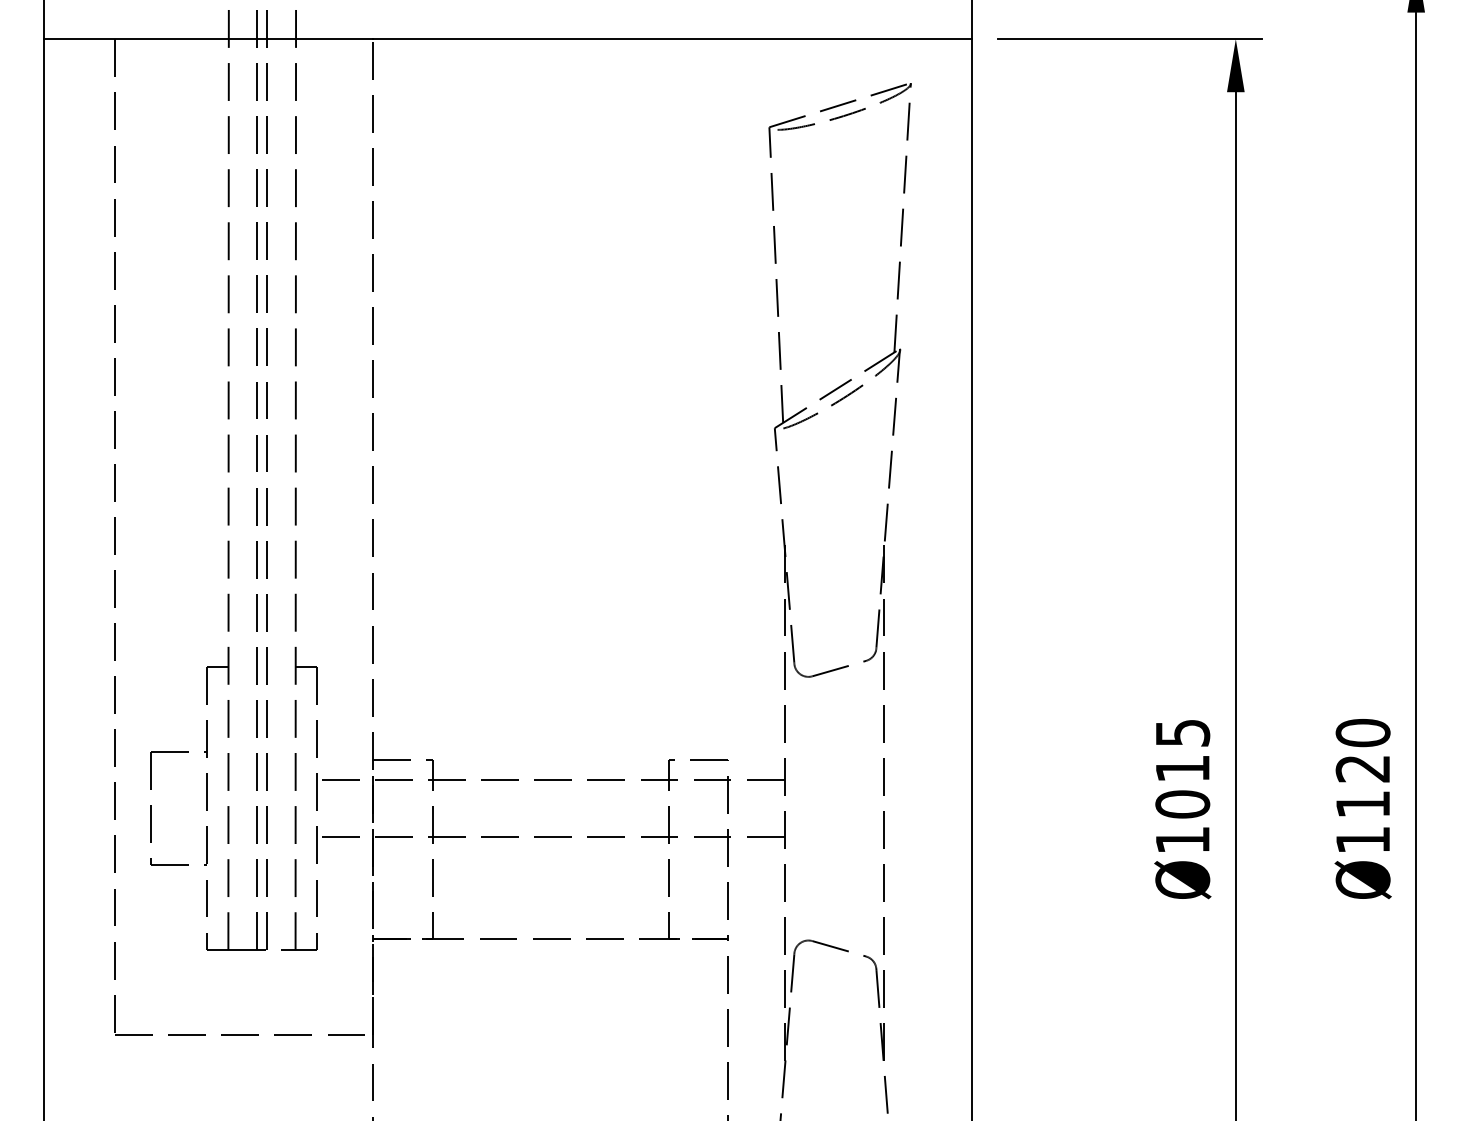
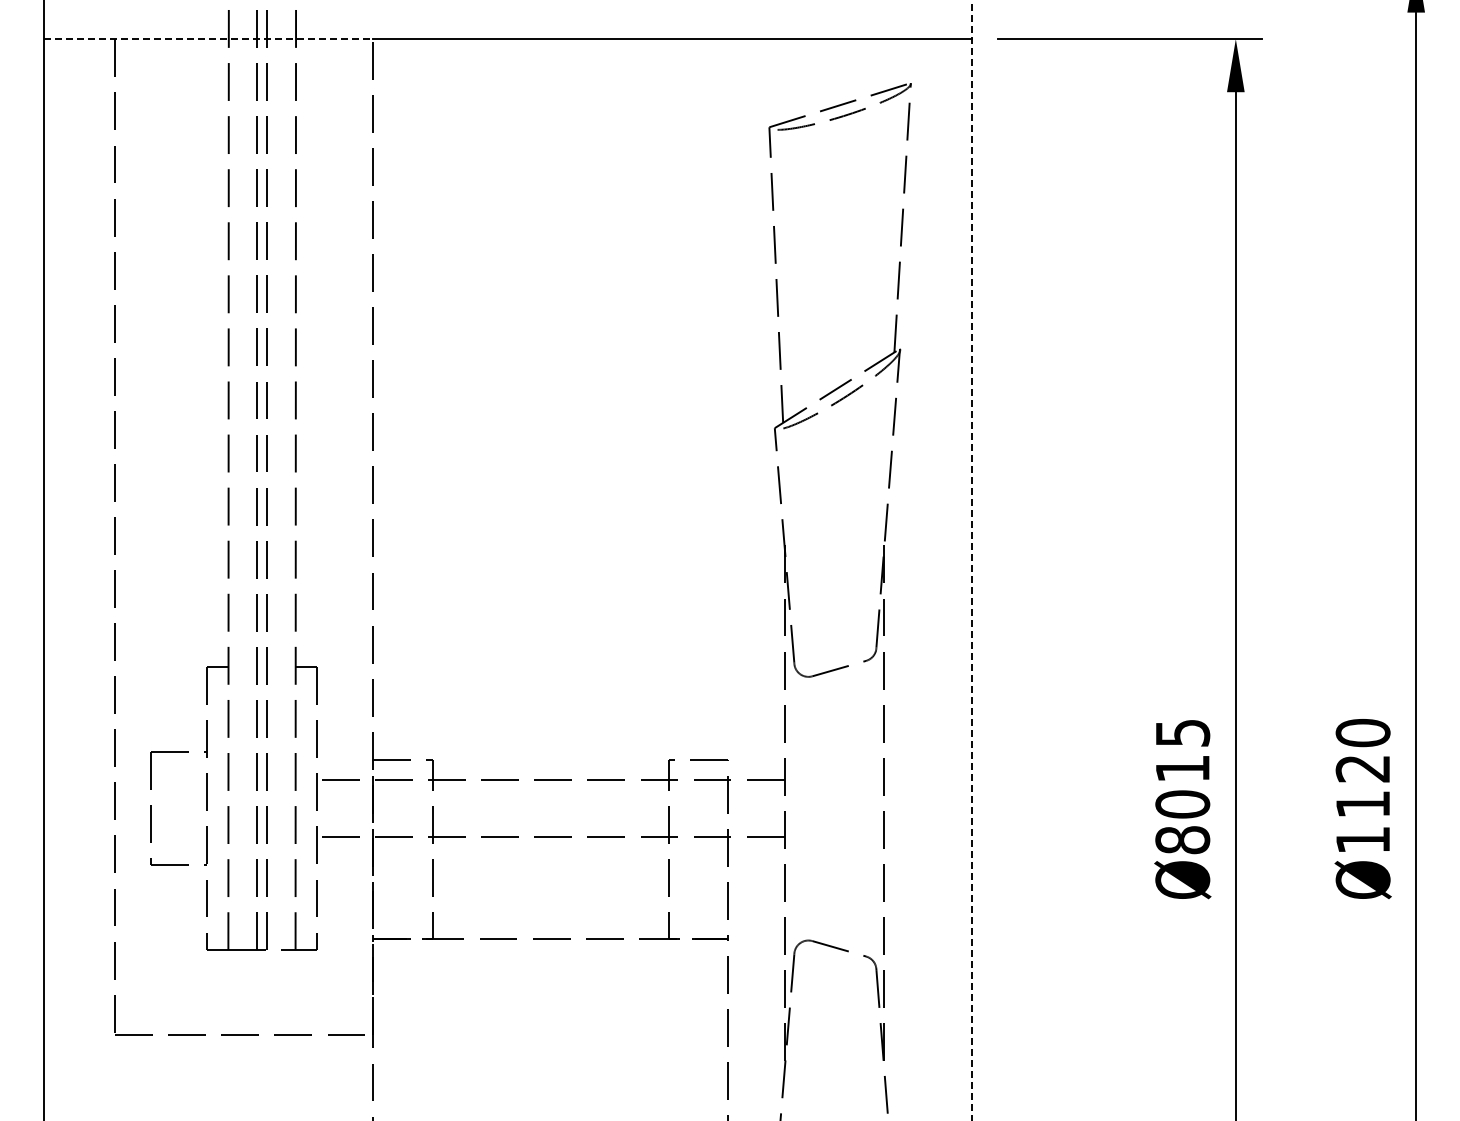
line at (208, 39): solid -> dashed
line at (971, 560): solid -> dashed
text at (1182, 840): Ø1015 -> Ø8015
